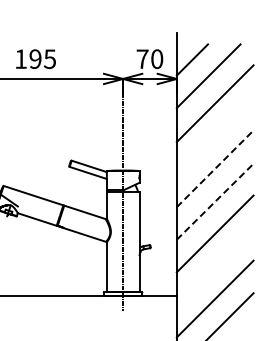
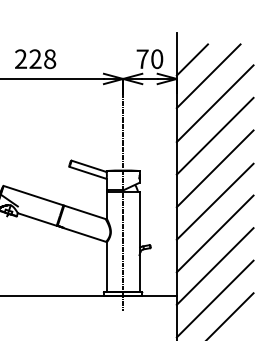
text at (35, 59): 195 -> 228
line at (214, 135): none -> present
line at (215, 168): dashed -> solid
line at (215, 201): dashed -> solid
line at (214, 266): none -> present
